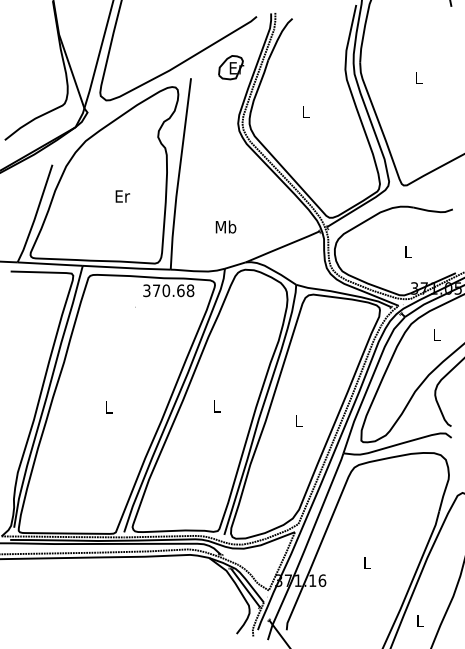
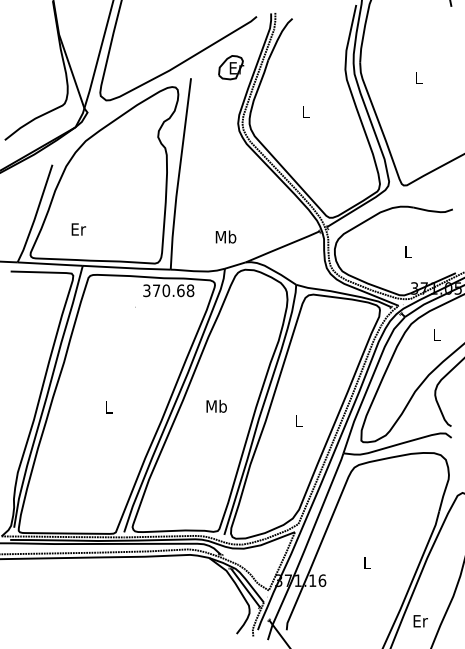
text at (122, 196) position: (122, 196) -> (78, 229)
text at (225, 226) position: (225, 226) -> (225, 236)
text at (216, 405): L -> Mb
text at (420, 621): L -> Er
